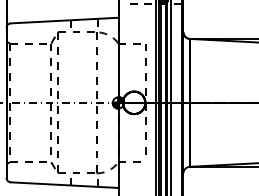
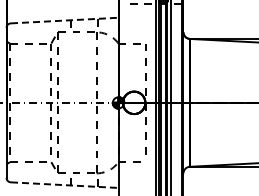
line at (64, 20): solid -> dashed
line at (64, 185): solid -> dashed
